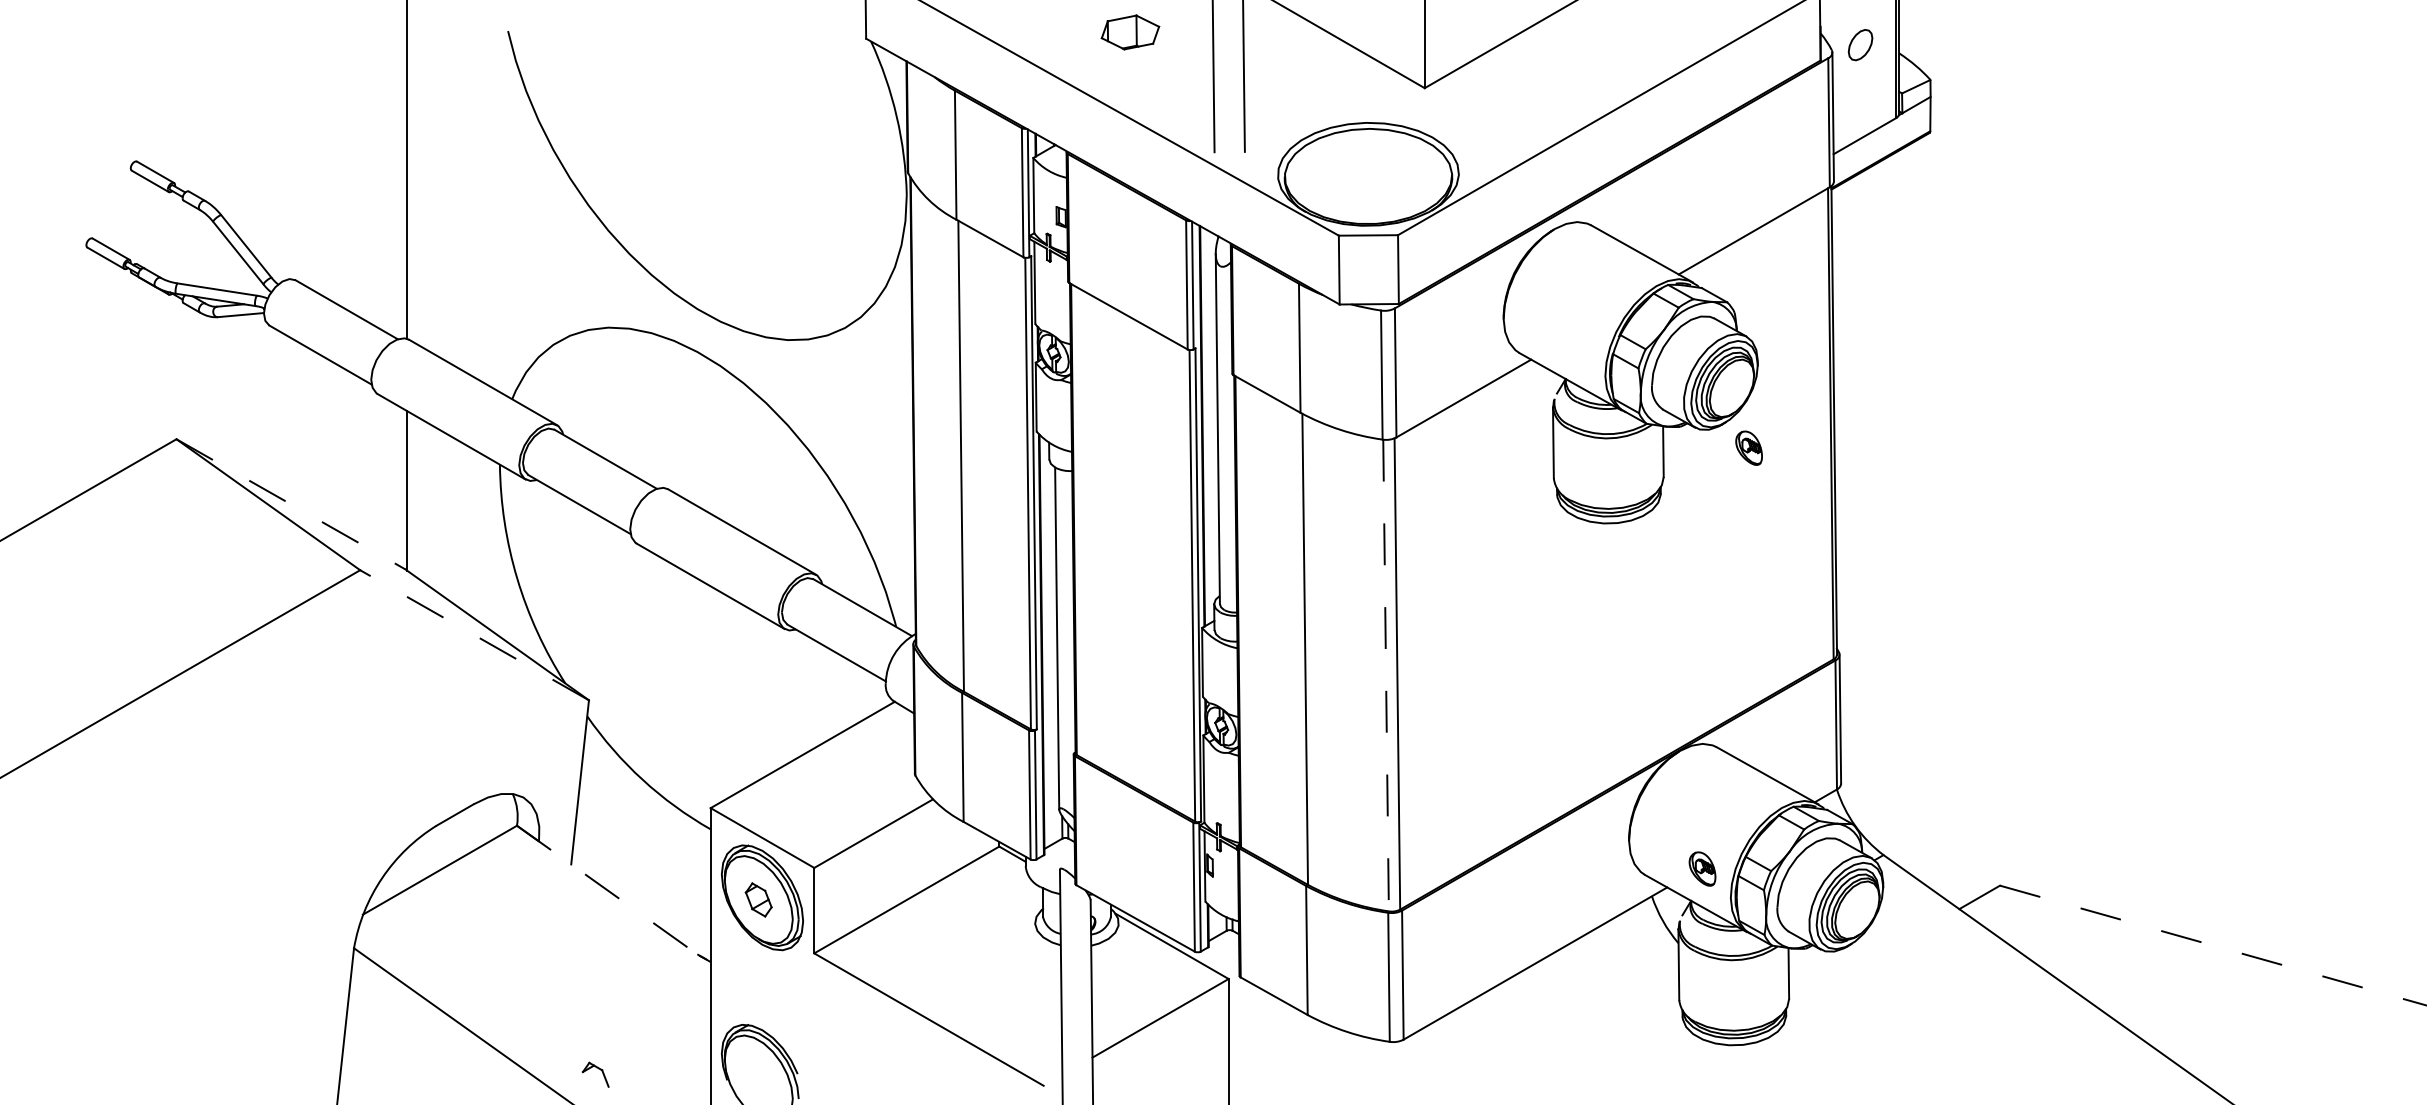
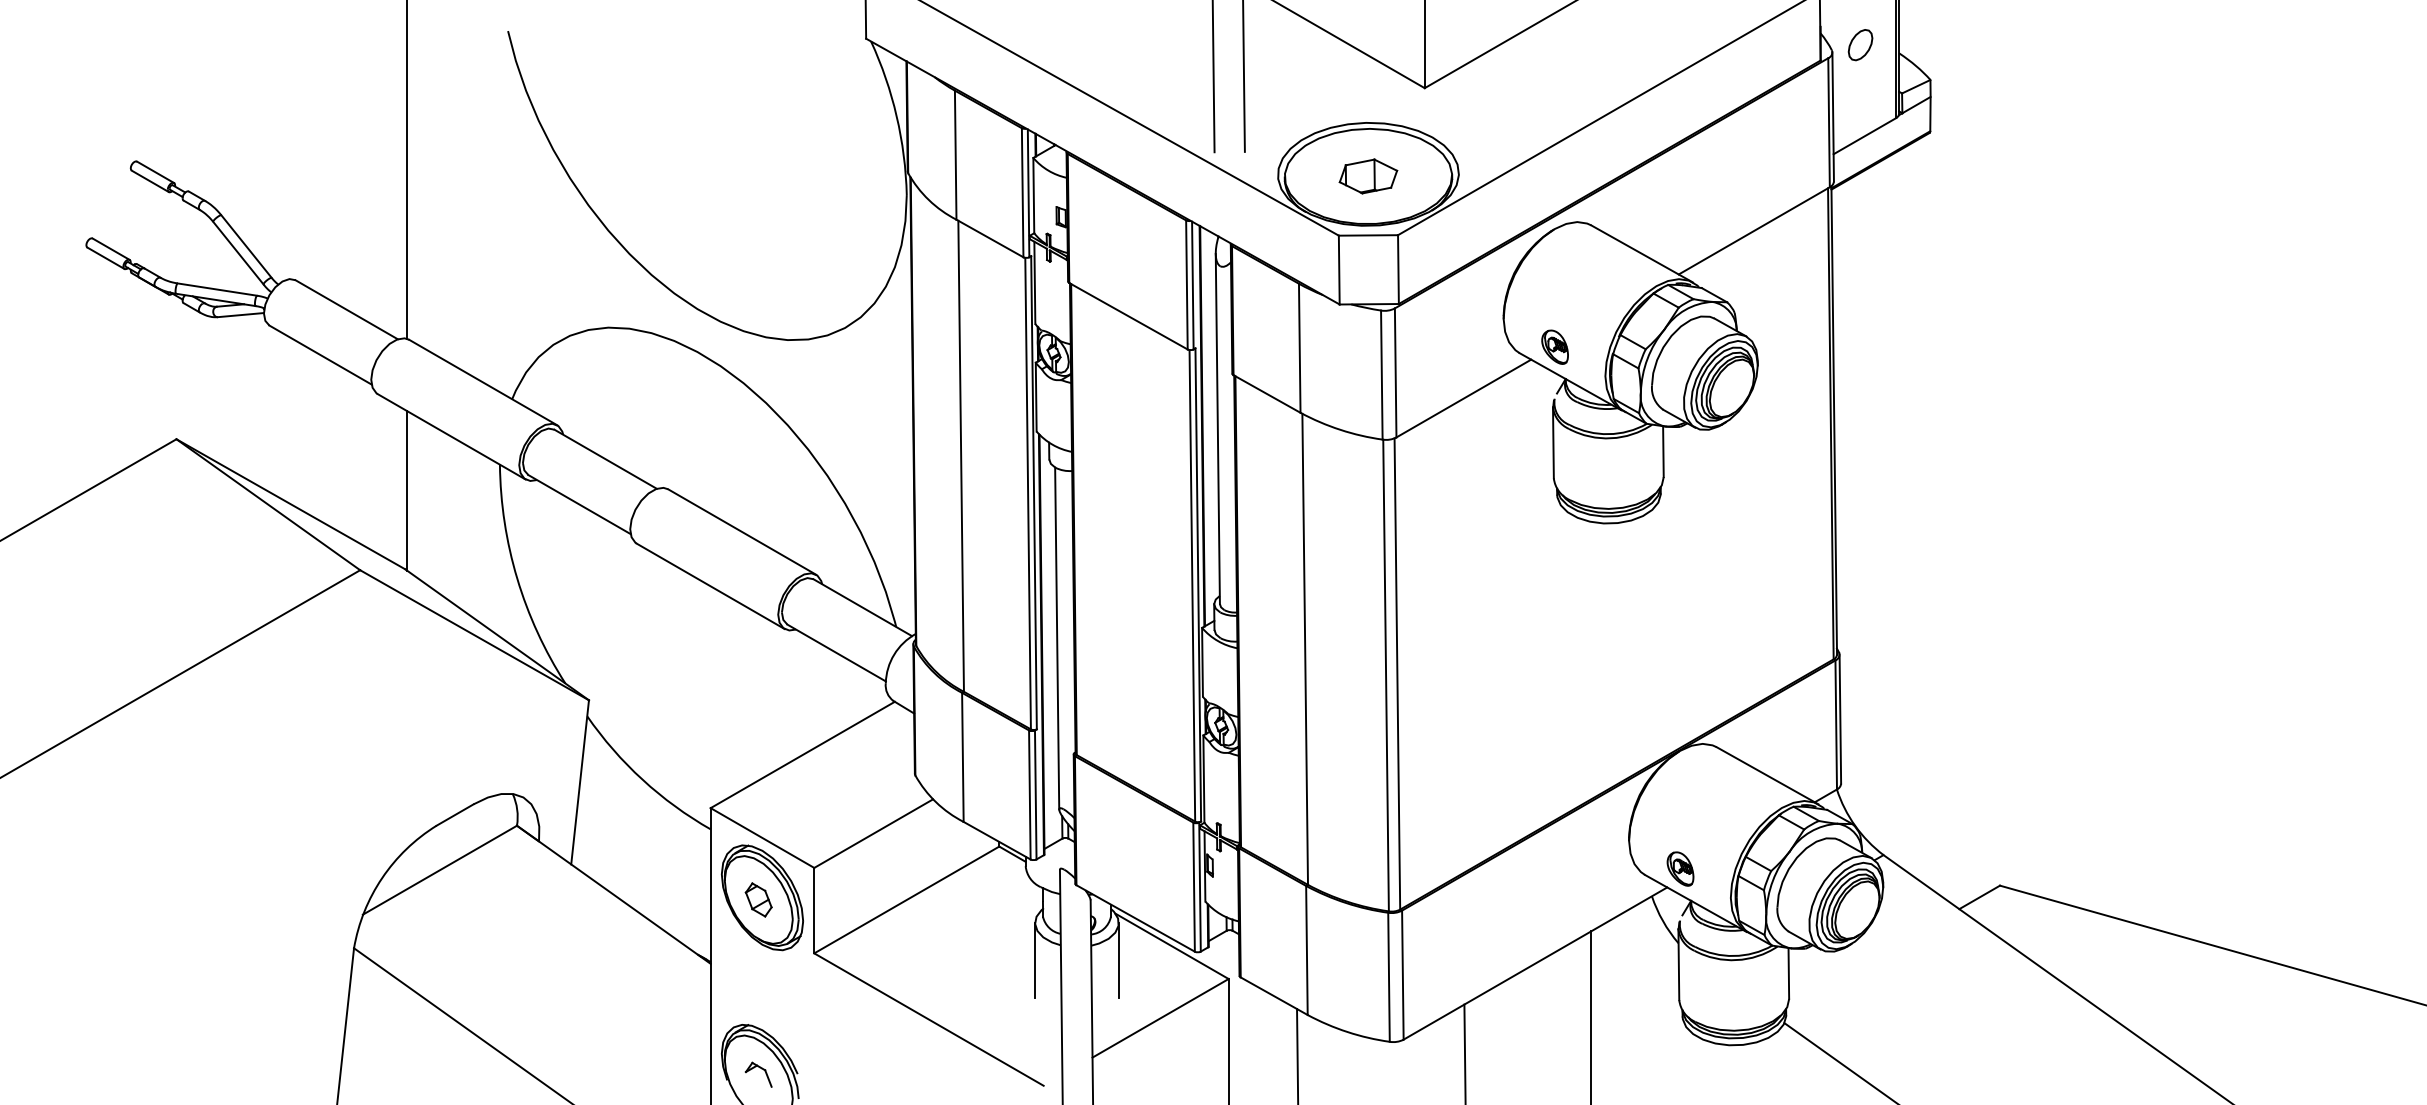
part at (1130, 32) position: (1130, 32) -> (1368, 176)
part at (1748, 447) position: (1748, 447) -> (1554, 346)
line at (290, 504): dashed -> solid
line at (474, 635): dashed -> solid
line at (1386, 675): dashed -> solid
part at (1702, 868) position: (1702, 868) -> (1680, 868)
line at (613, 894): dashed -> solid
line at (2213, 945): dashed -> solid
line at (1035, 960): none -> present
line at (1118, 960): none -> present
line at (1591, 1016): none -> present
line at (1464, 1052): none -> present
line at (1297, 1055): none -> present
line at (1839, 1062): none -> present
part at (595, 1074) position: (595, 1074) -> (758, 1074)
